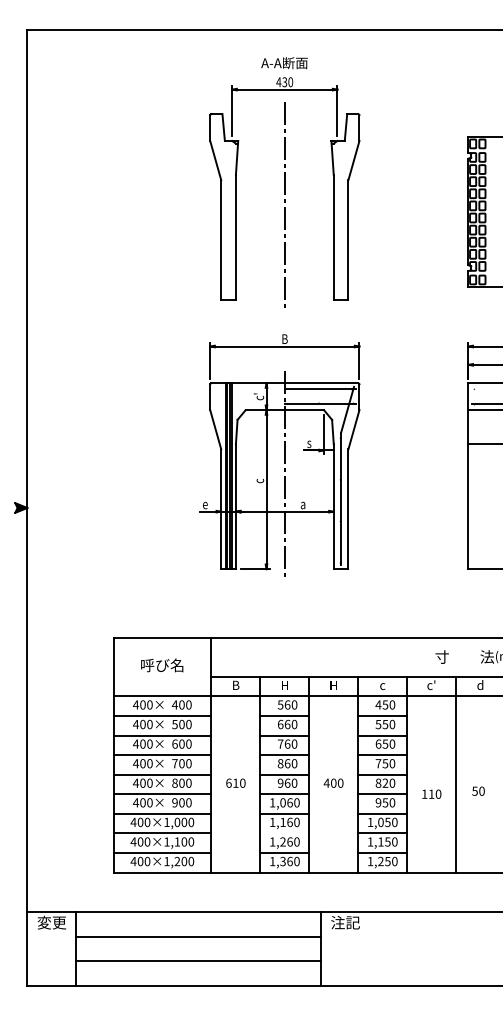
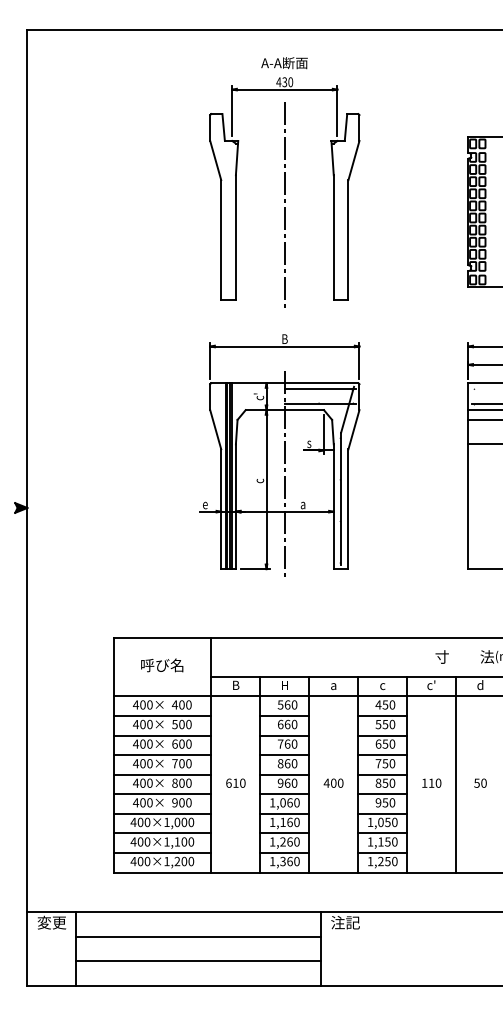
line at (483, 419): none -> present
text at (333, 685): H -> a
text at (385, 782): 820 -> 850
text at (478, 790) position: (478, 790) -> (480, 782)
text at (431, 793) position: (431, 793) -> (431, 782)
line at (284, 833): none -> present
